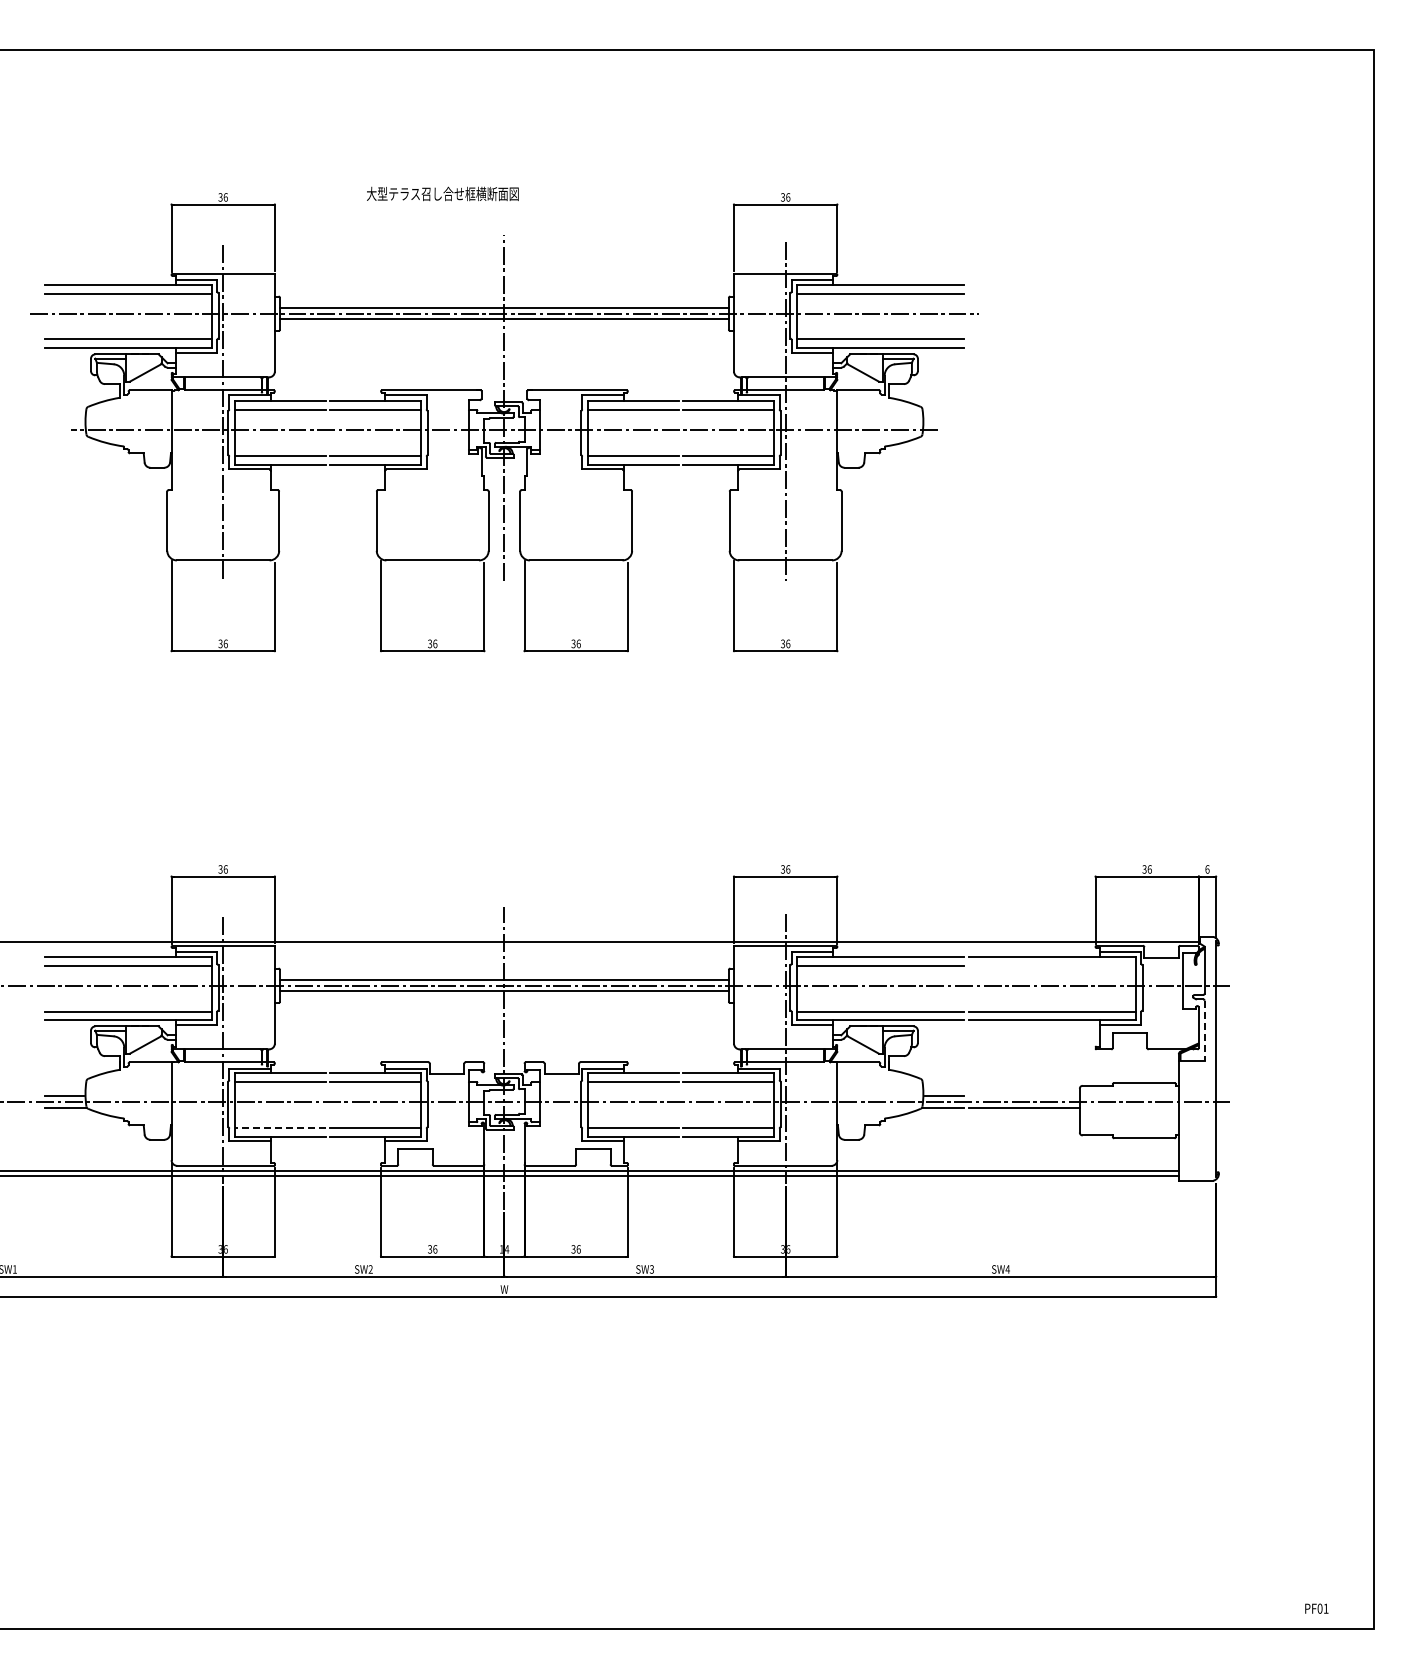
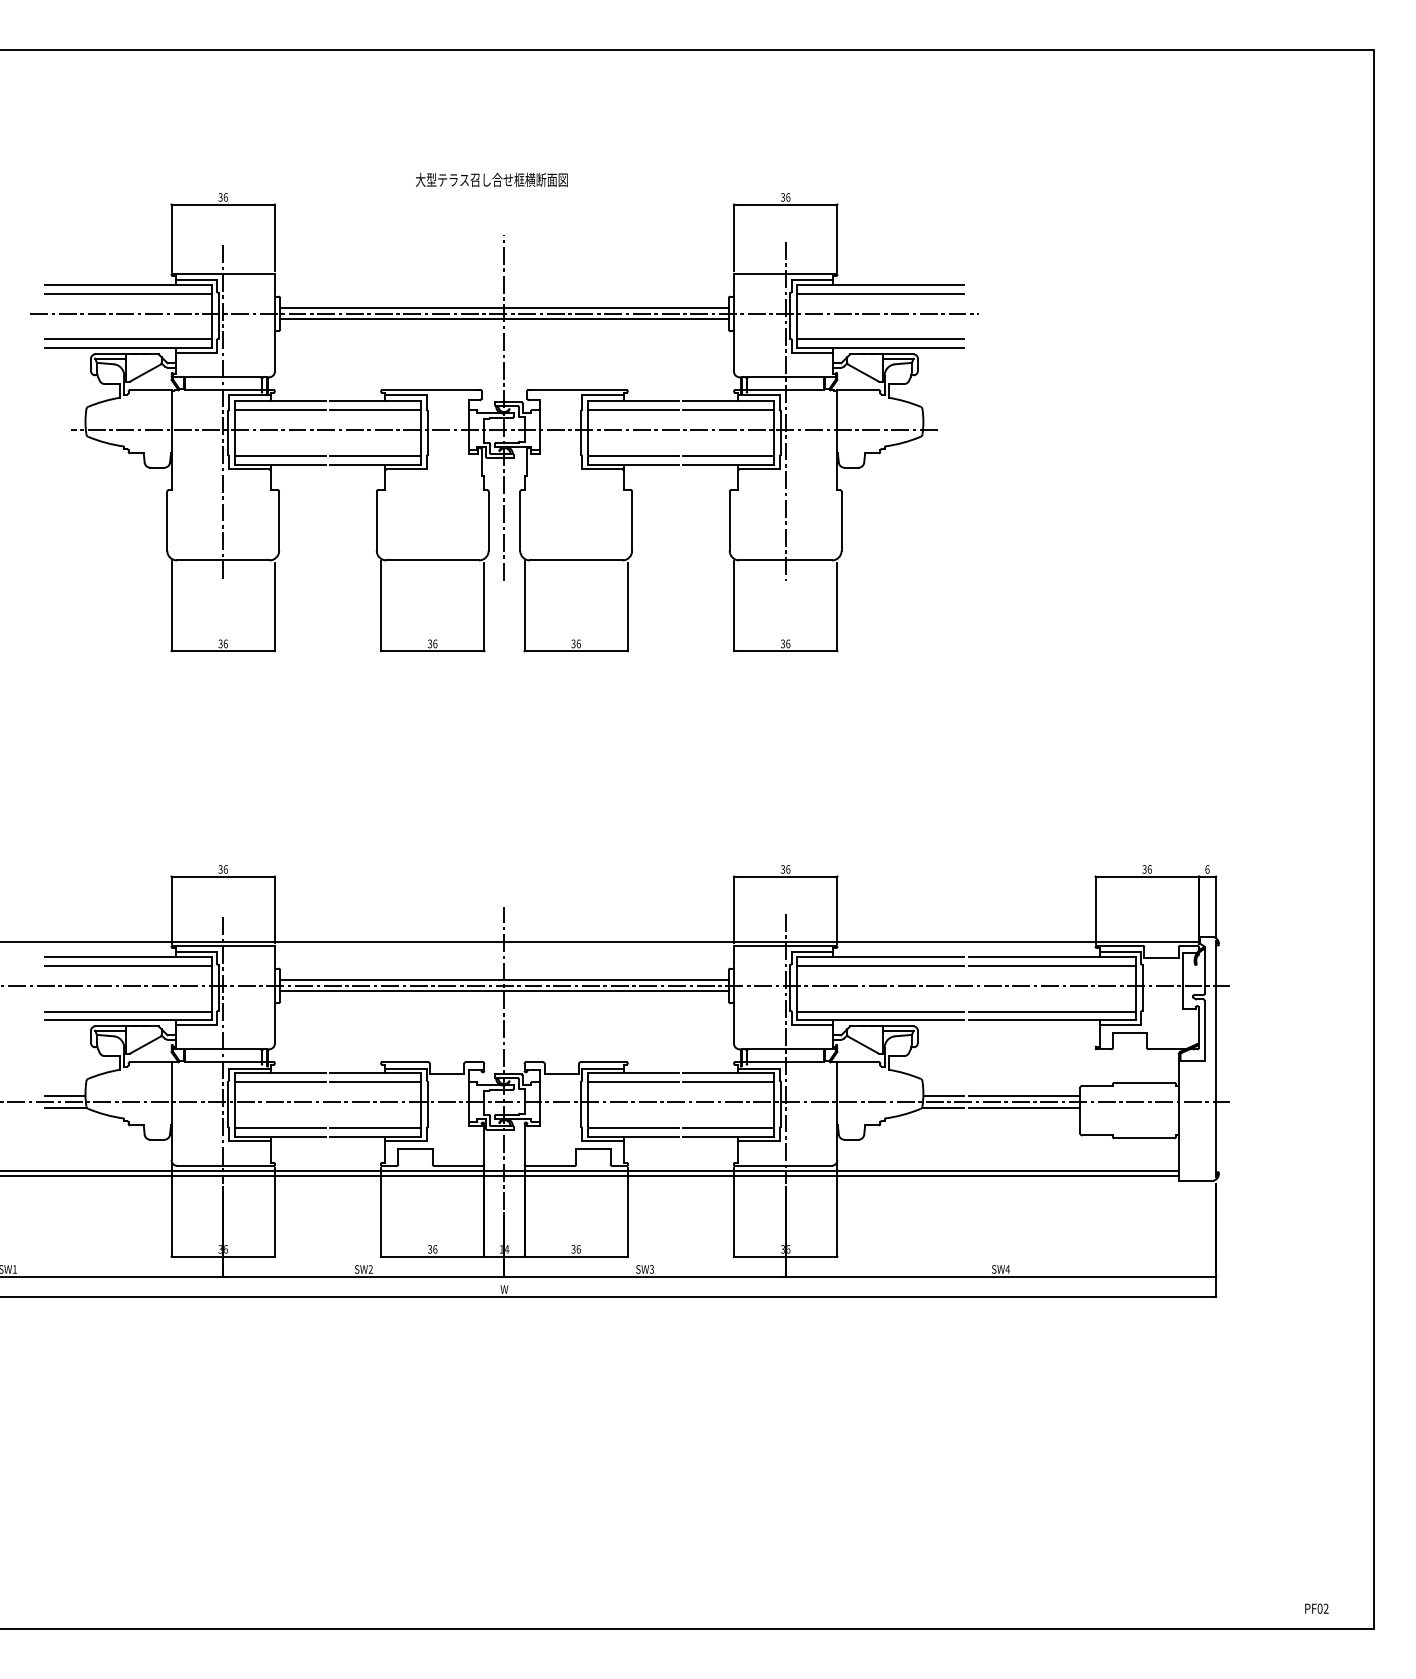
text at (442, 193) position: (442, 193) -> (491, 179)
line at (1051, 965): none -> present
line at (1204, 1031): dashed -> solid
line at (1023, 1096): none -> present
line at (280, 1128): dashed -> solid
text at (1325, 1608): PF01 -> PF02
